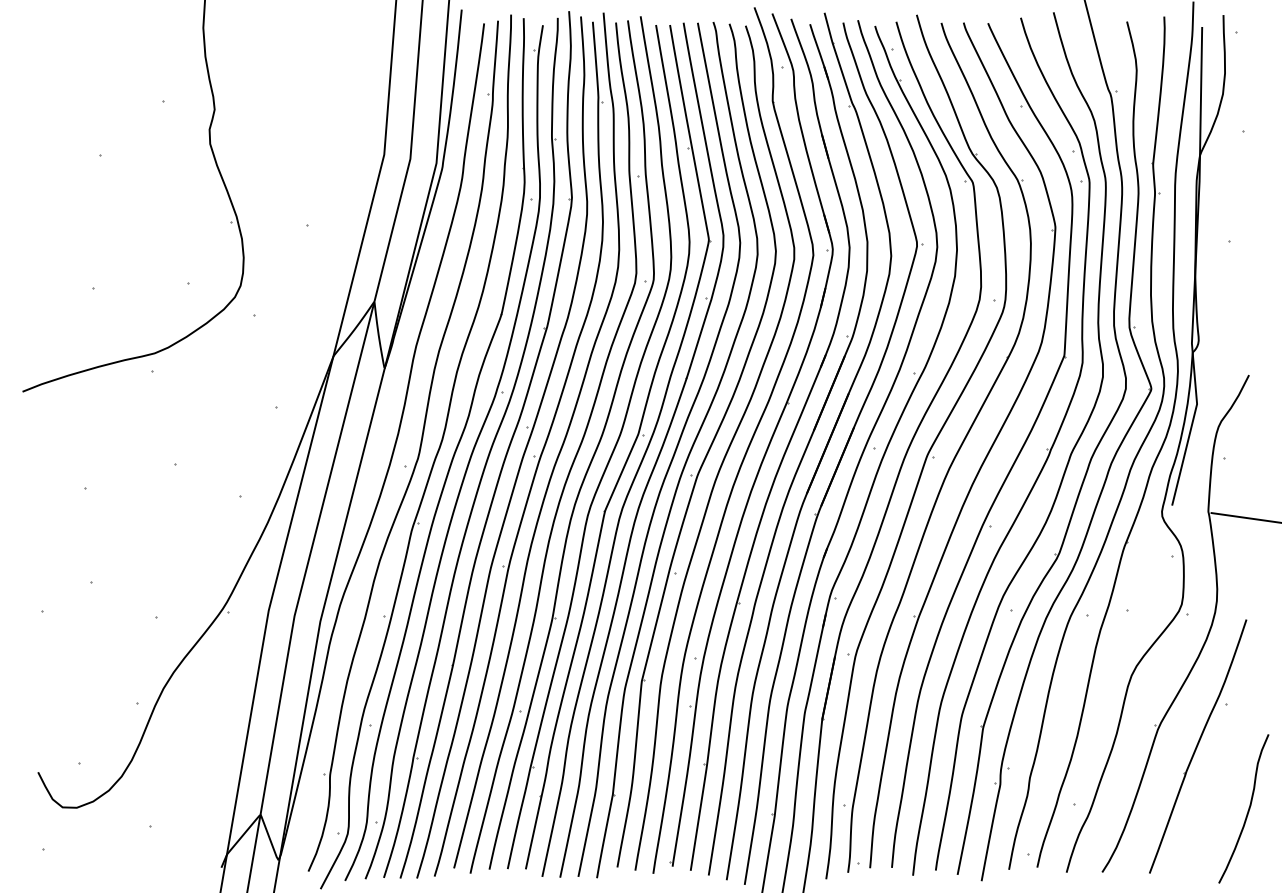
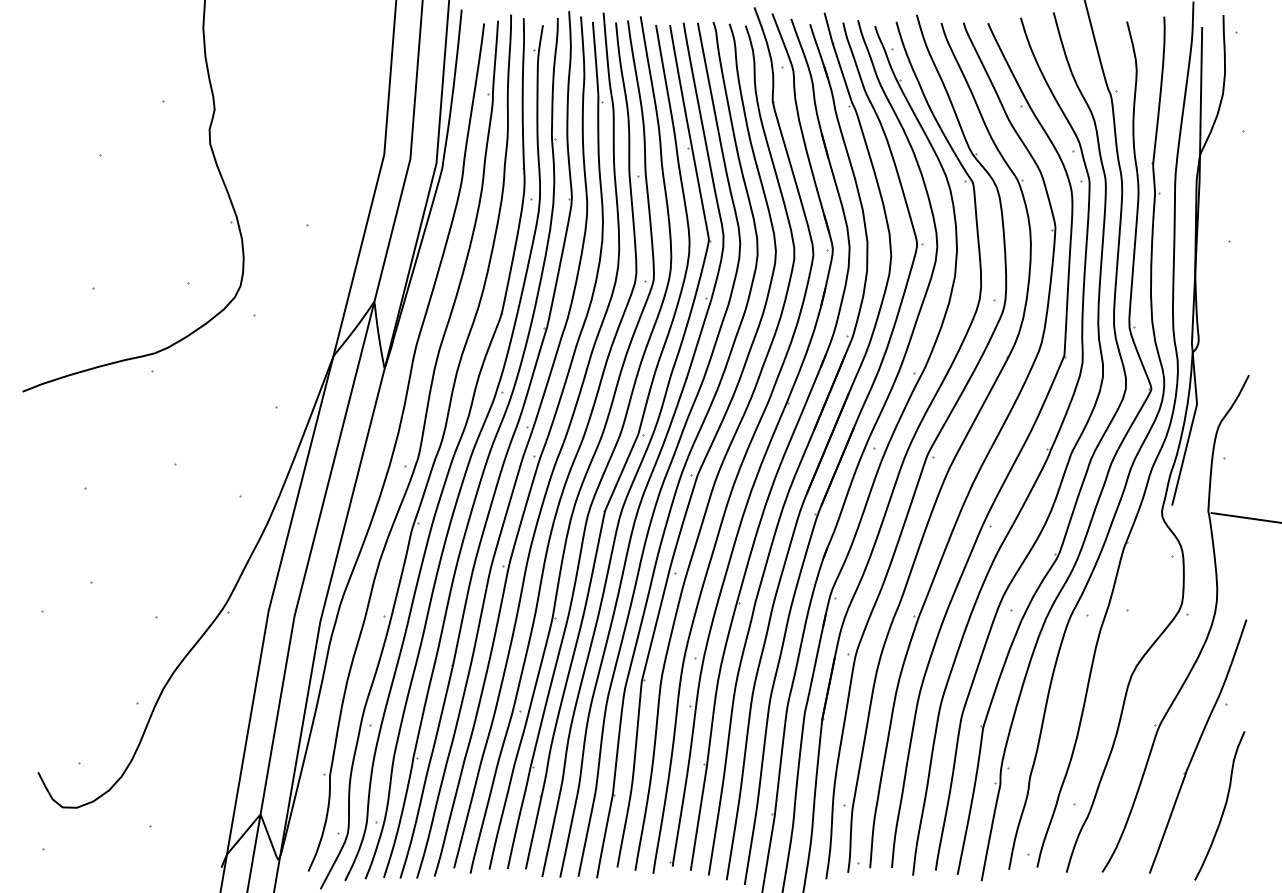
curve at (1247, 810) position: (1247, 810) -> (1223, 807)
